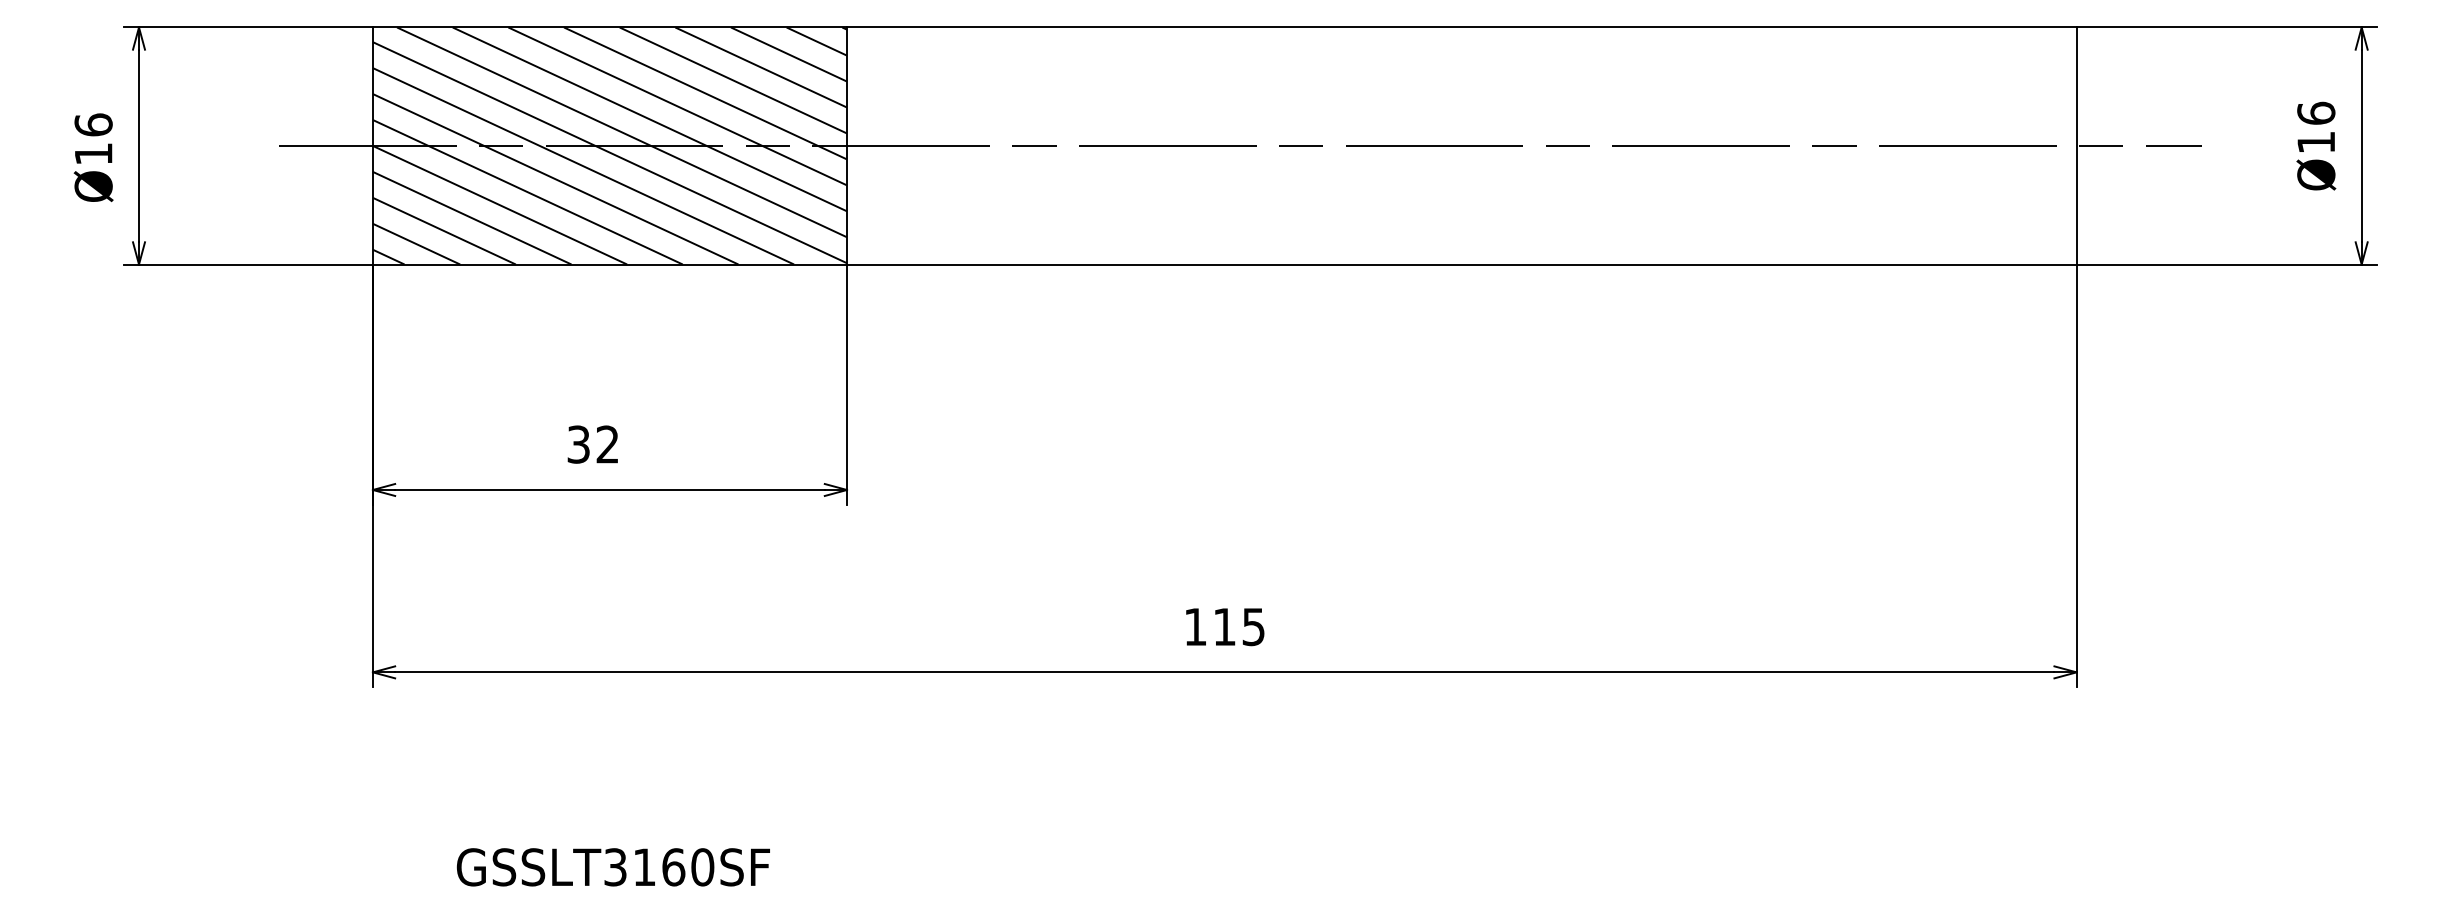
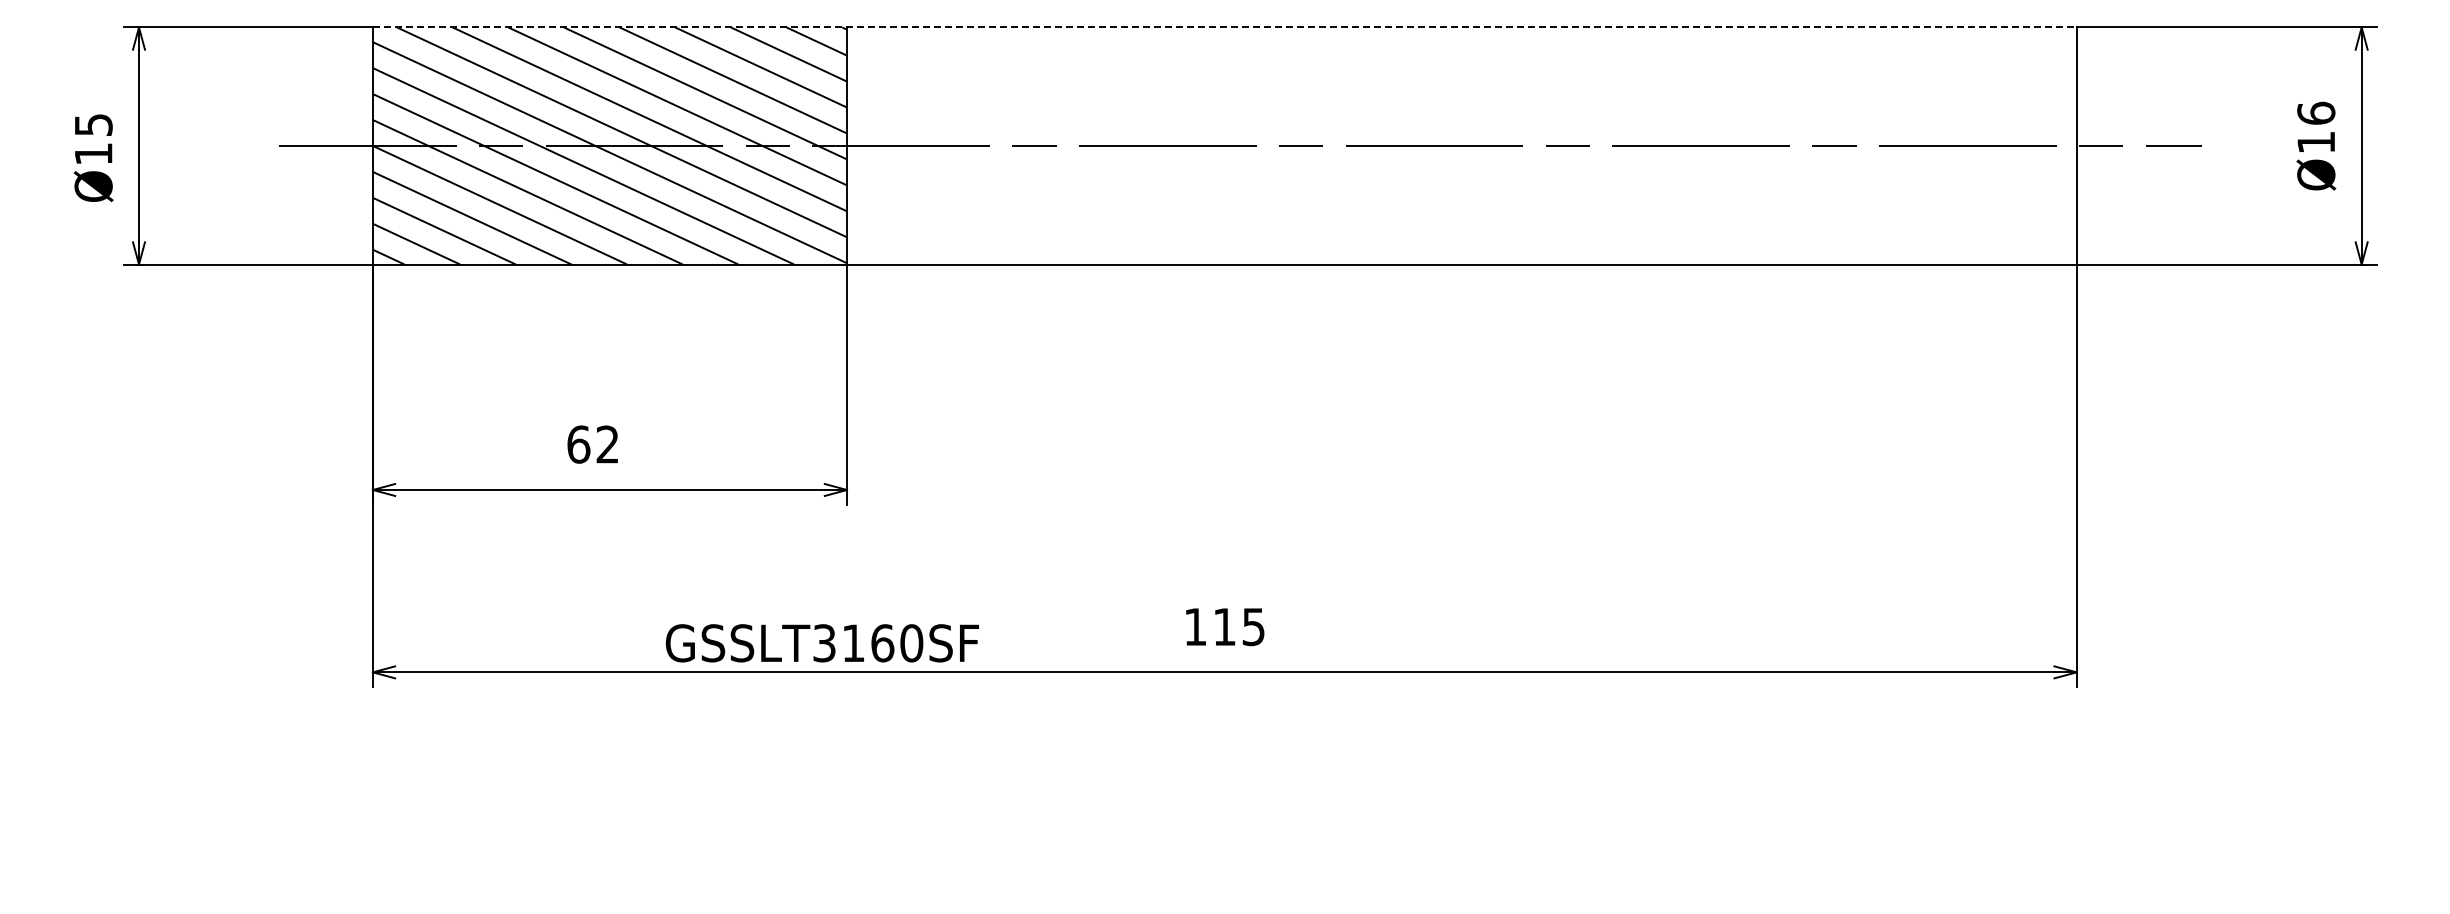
line at (1224, 27): solid -> dashed
text at (93, 124): Ø16 -> Ø15
text at (578, 444): 32 -> 62
text at (612, 867) position: (612, 867) -> (821, 643)
